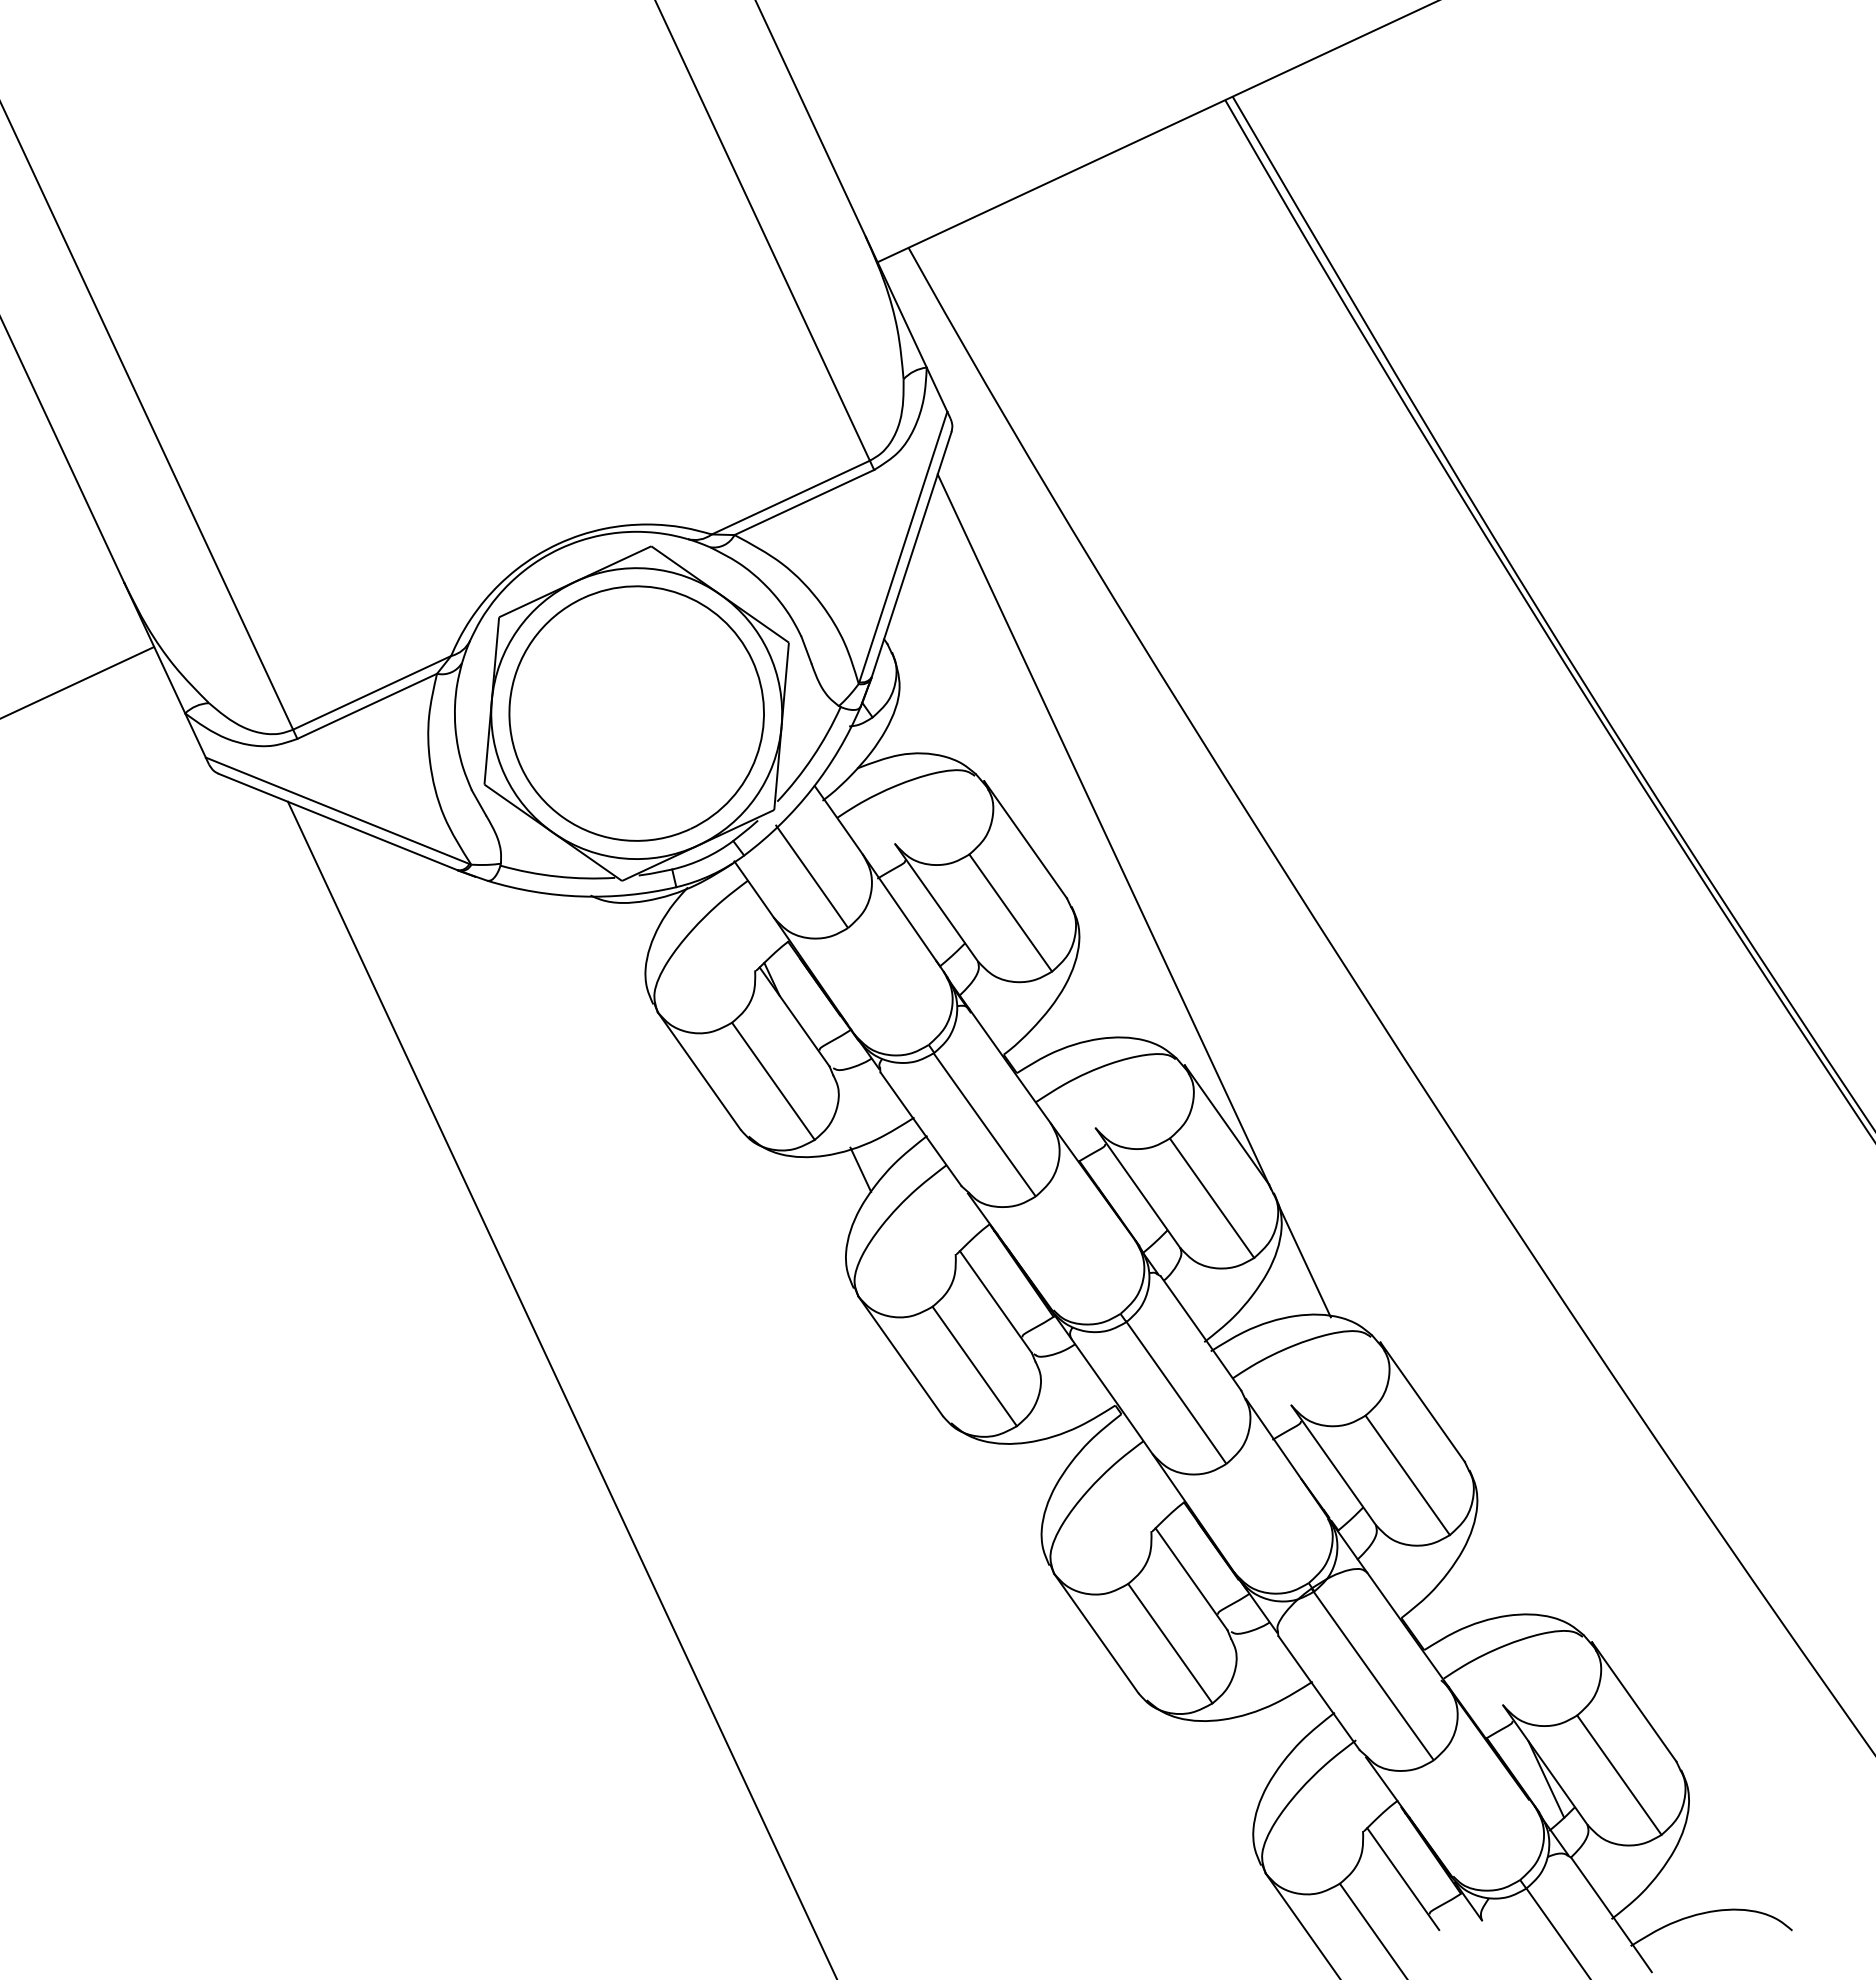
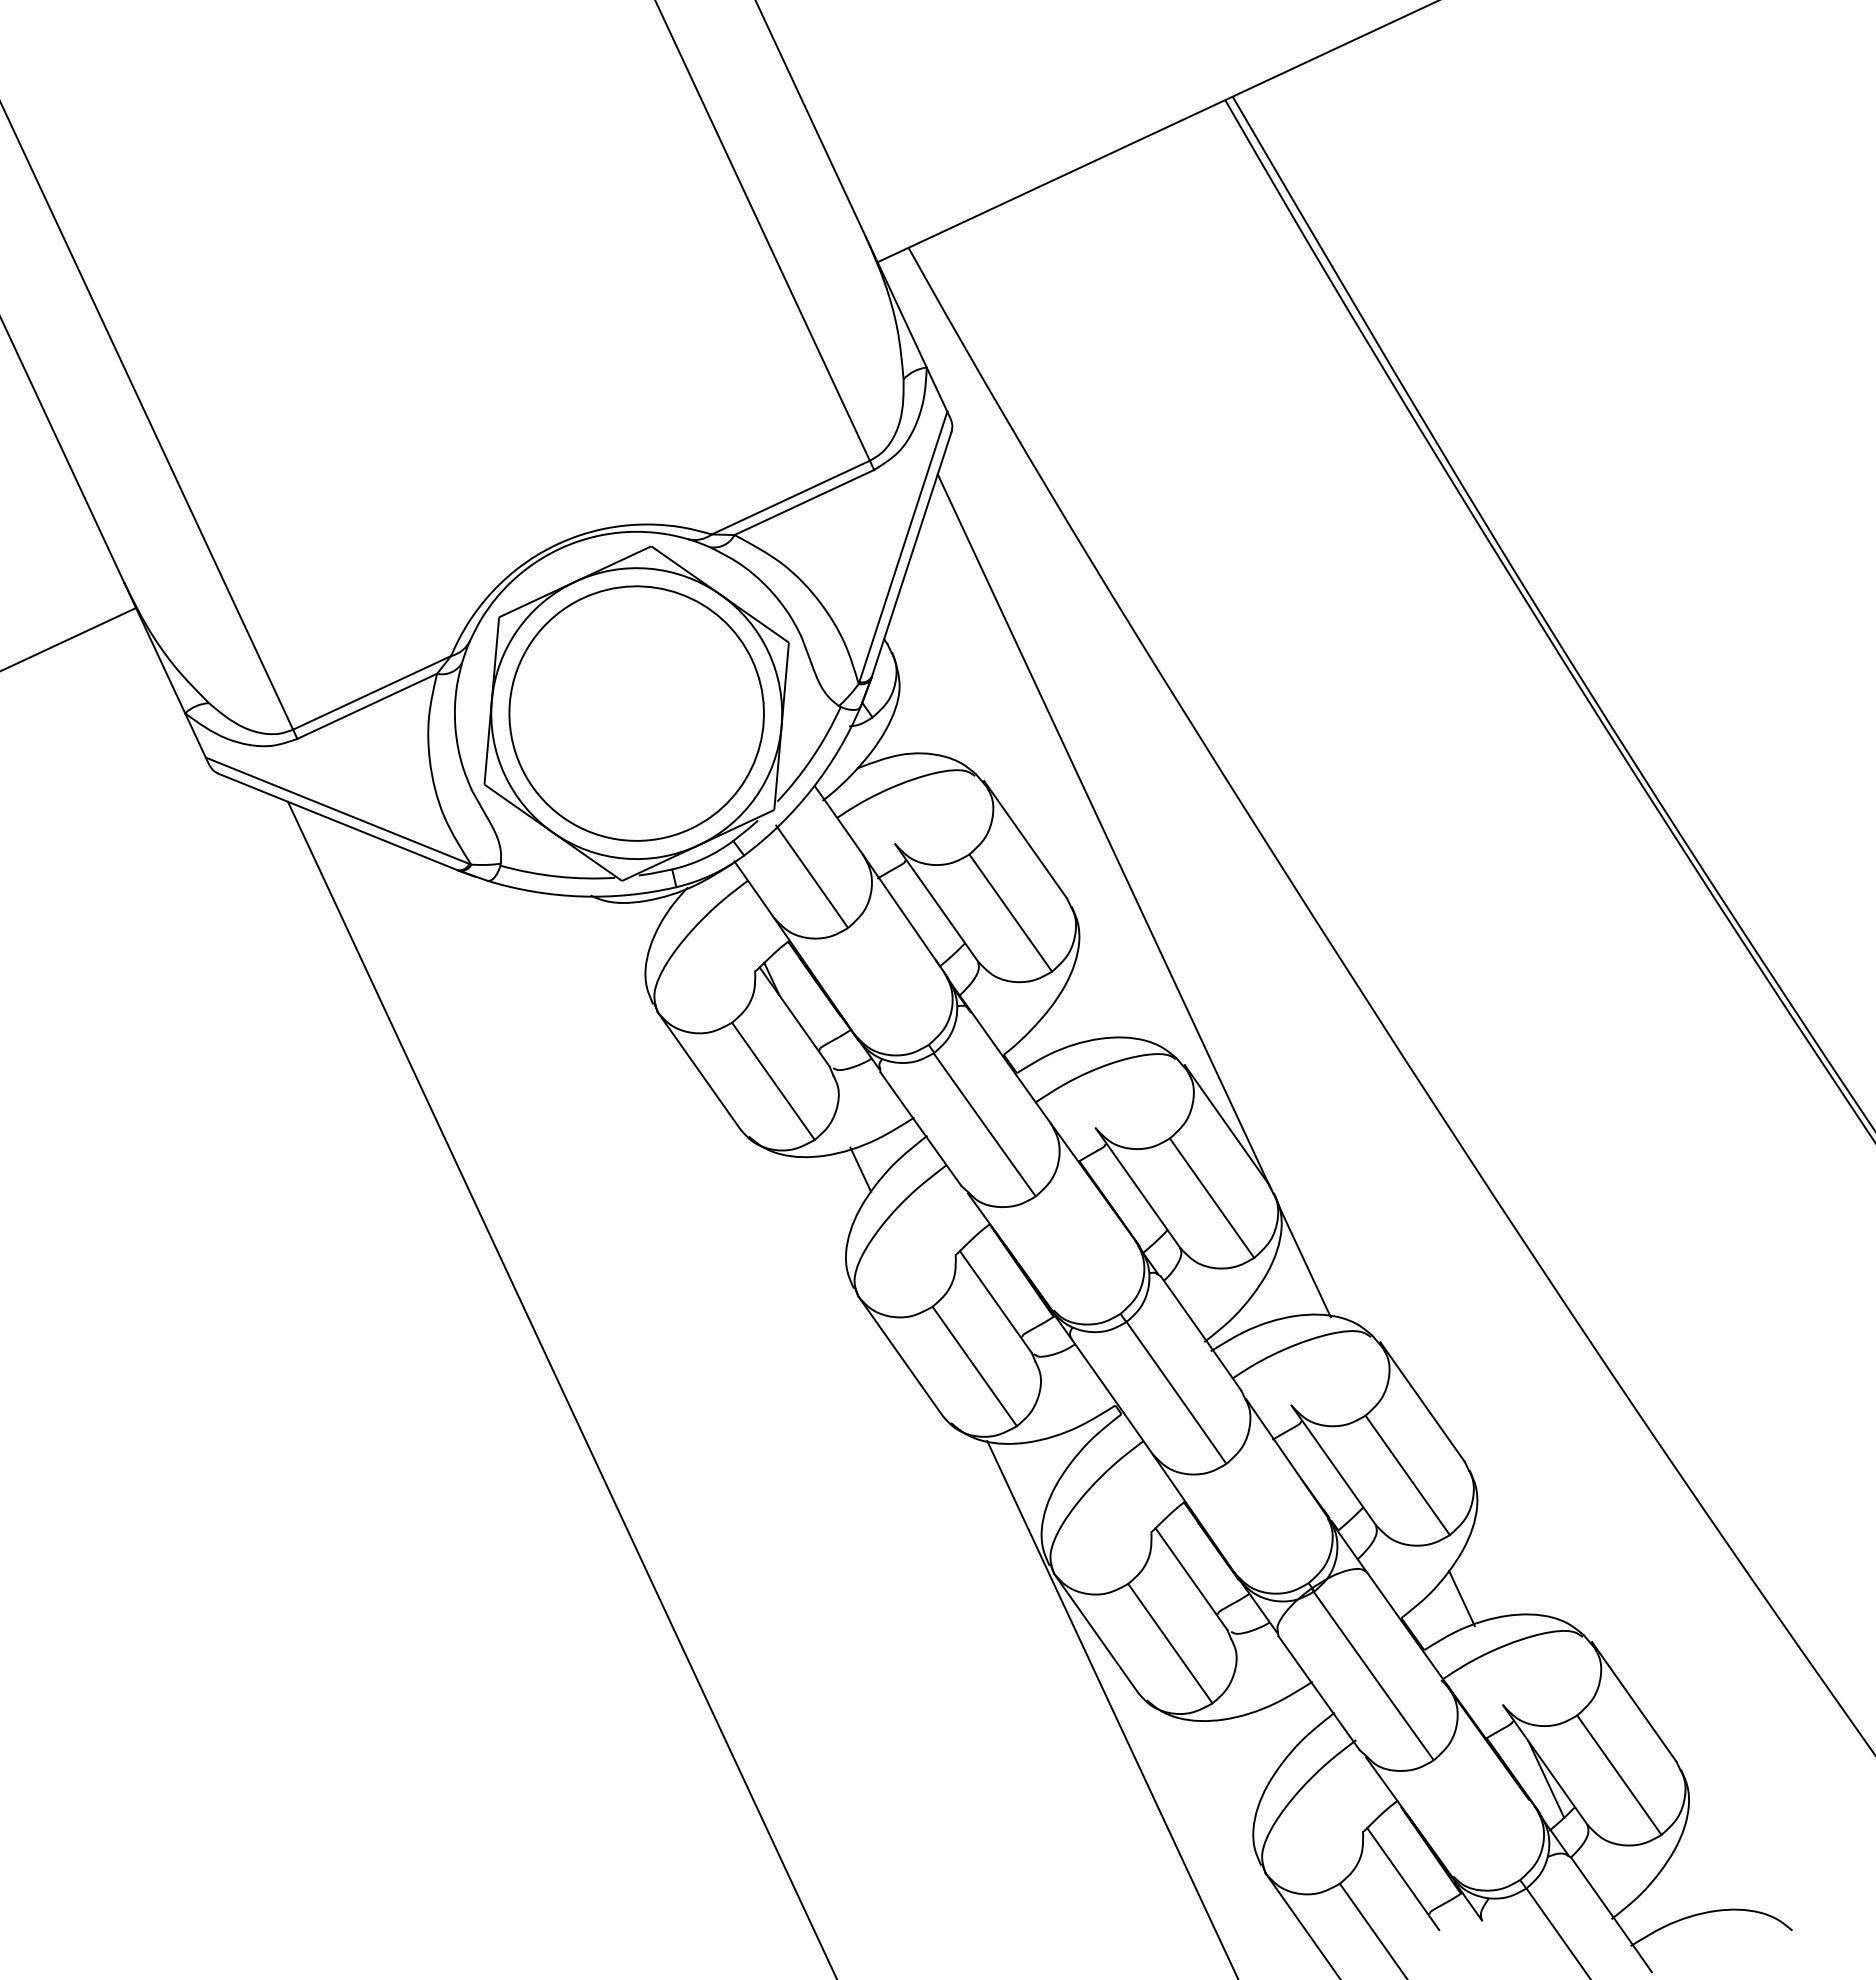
line at (78, 682) position: (78, 682) -> (69, 639)
line at (1461, 1598): none -> present
line at (1112, 1708): none -> present
